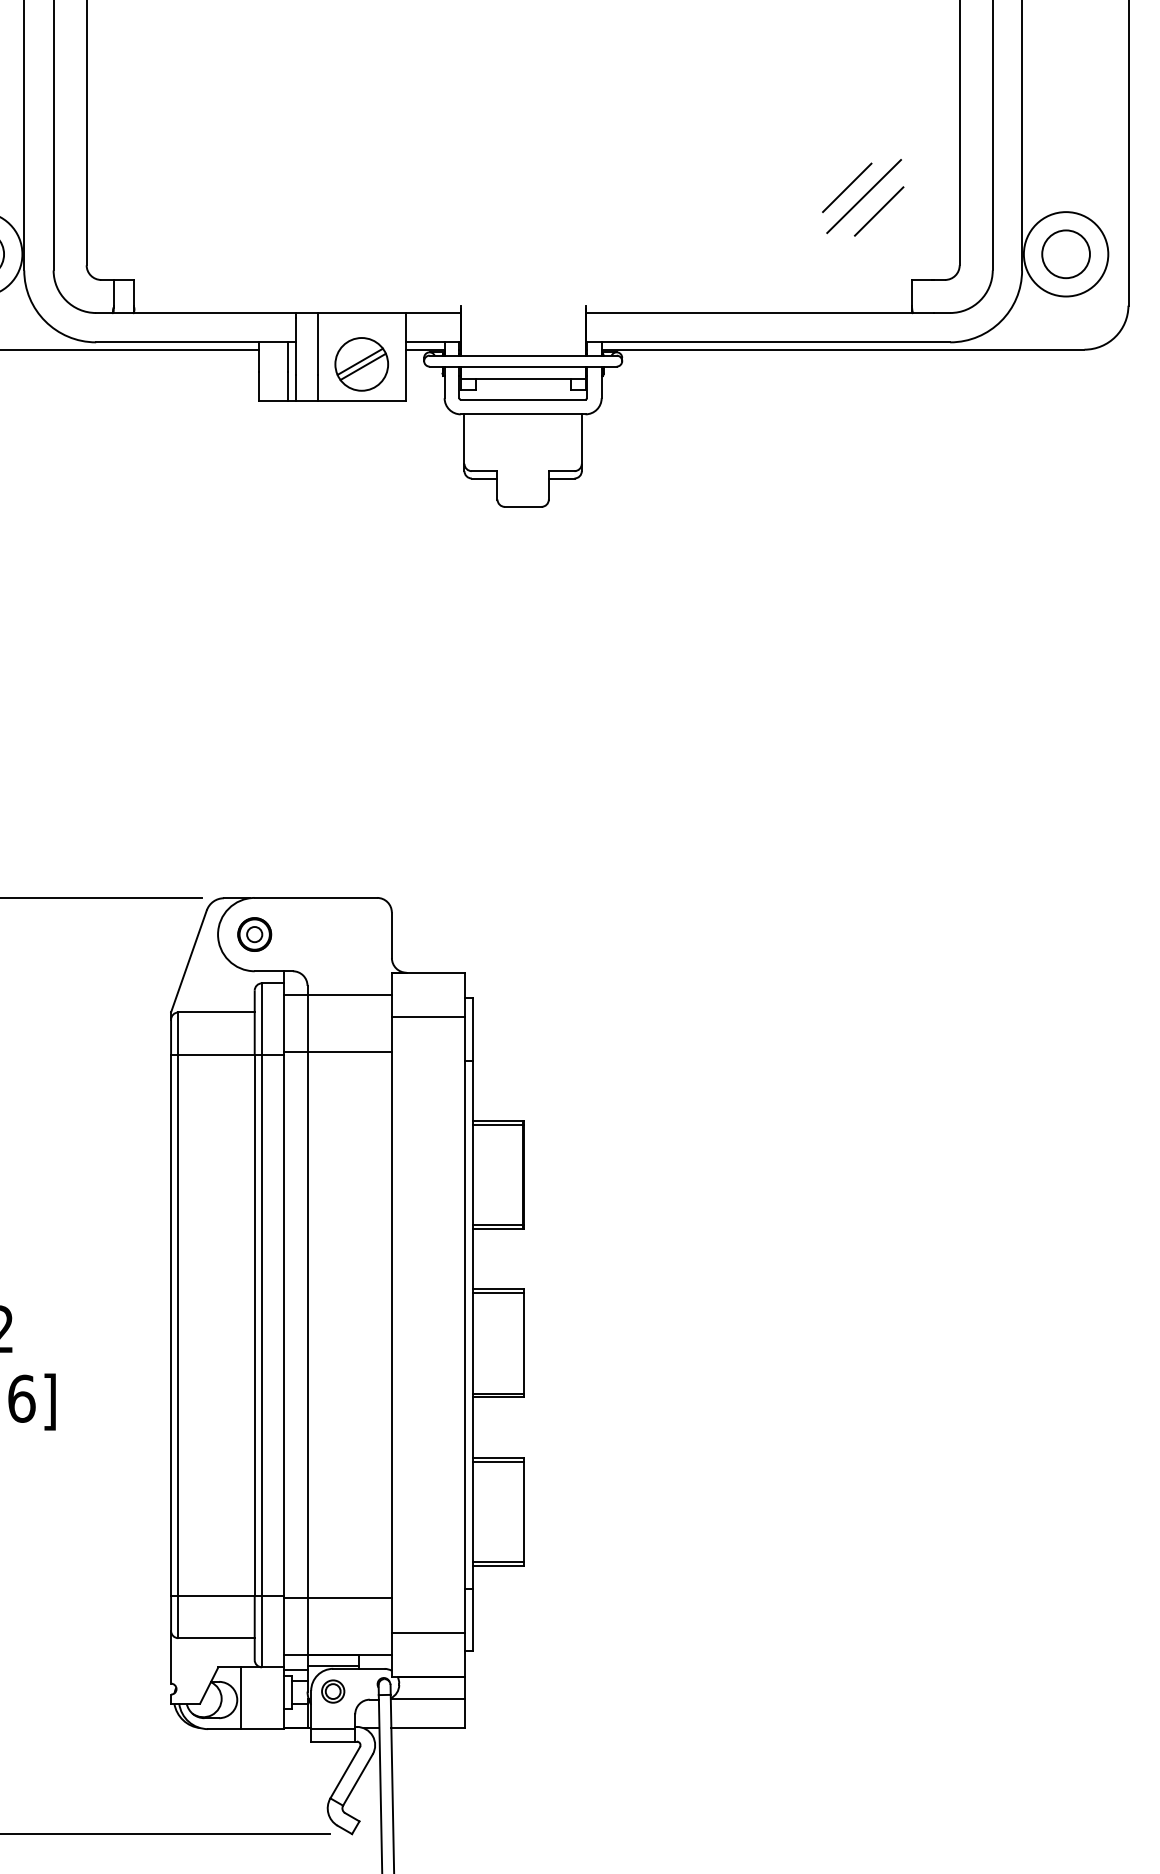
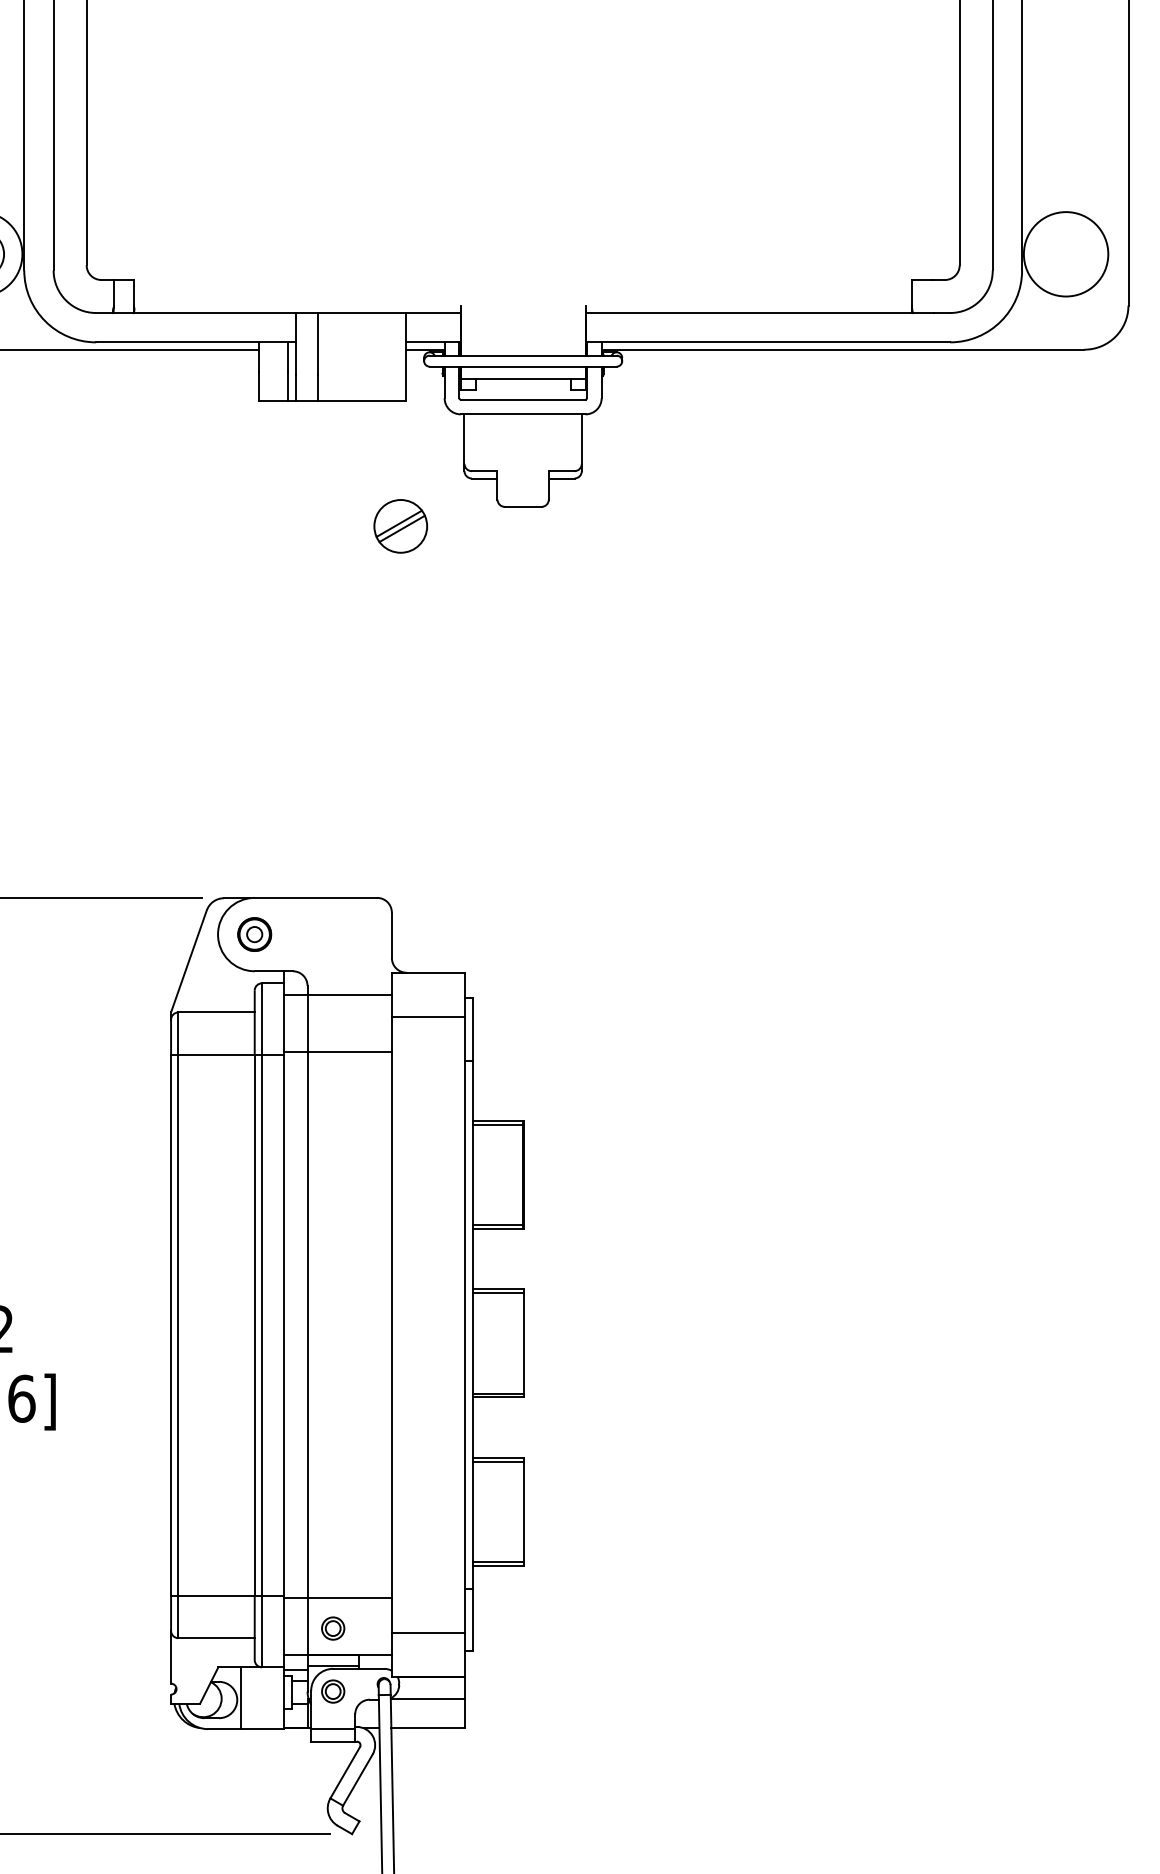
line at (847, 187): present -> none
line at (864, 196): present -> none
line at (878, 211): present -> none
circle at (1065, 254): present -> none
part at (361, 364) position: (361, 364) -> (400, 526)
part at (333, 1628): none -> present
